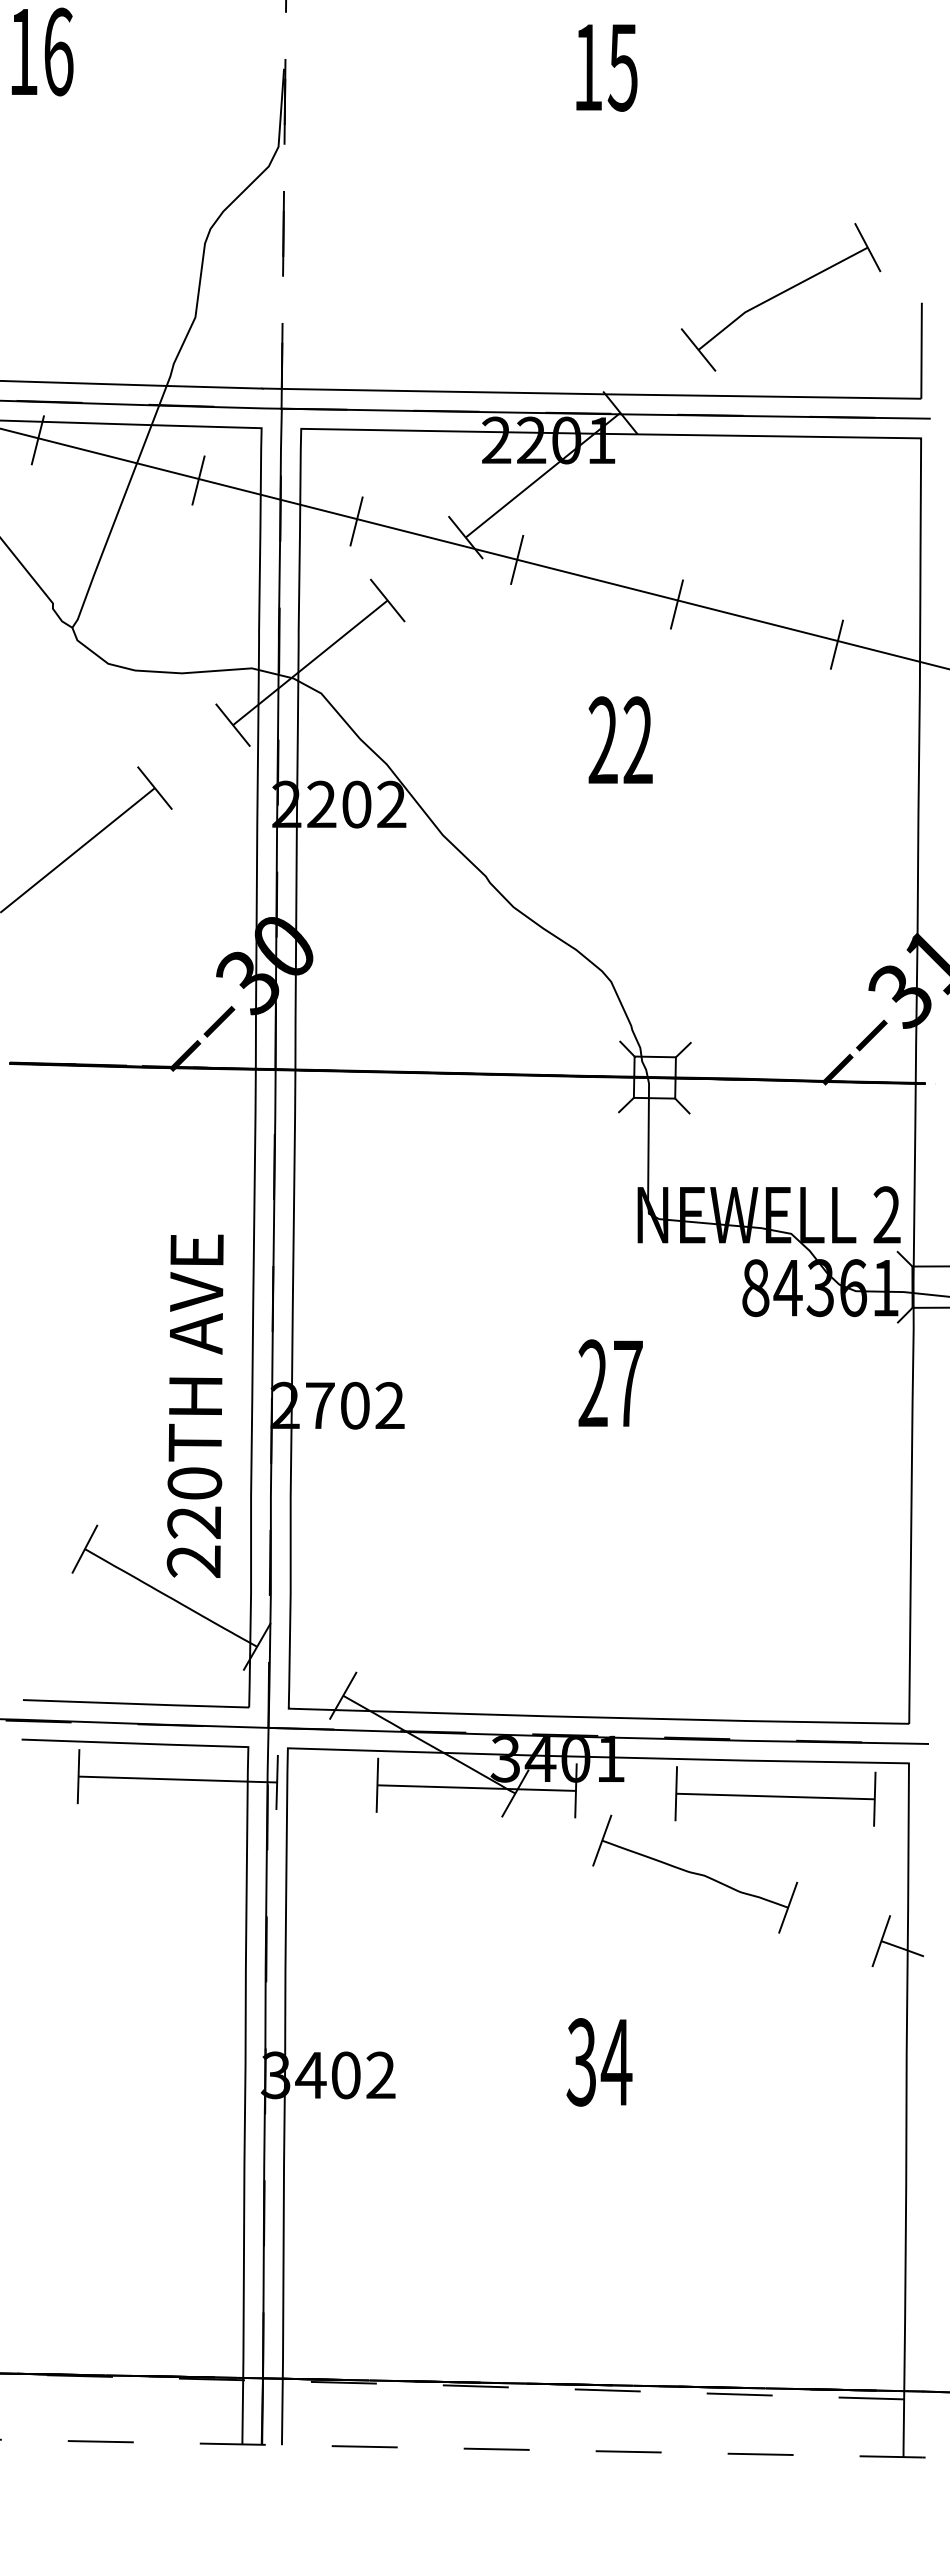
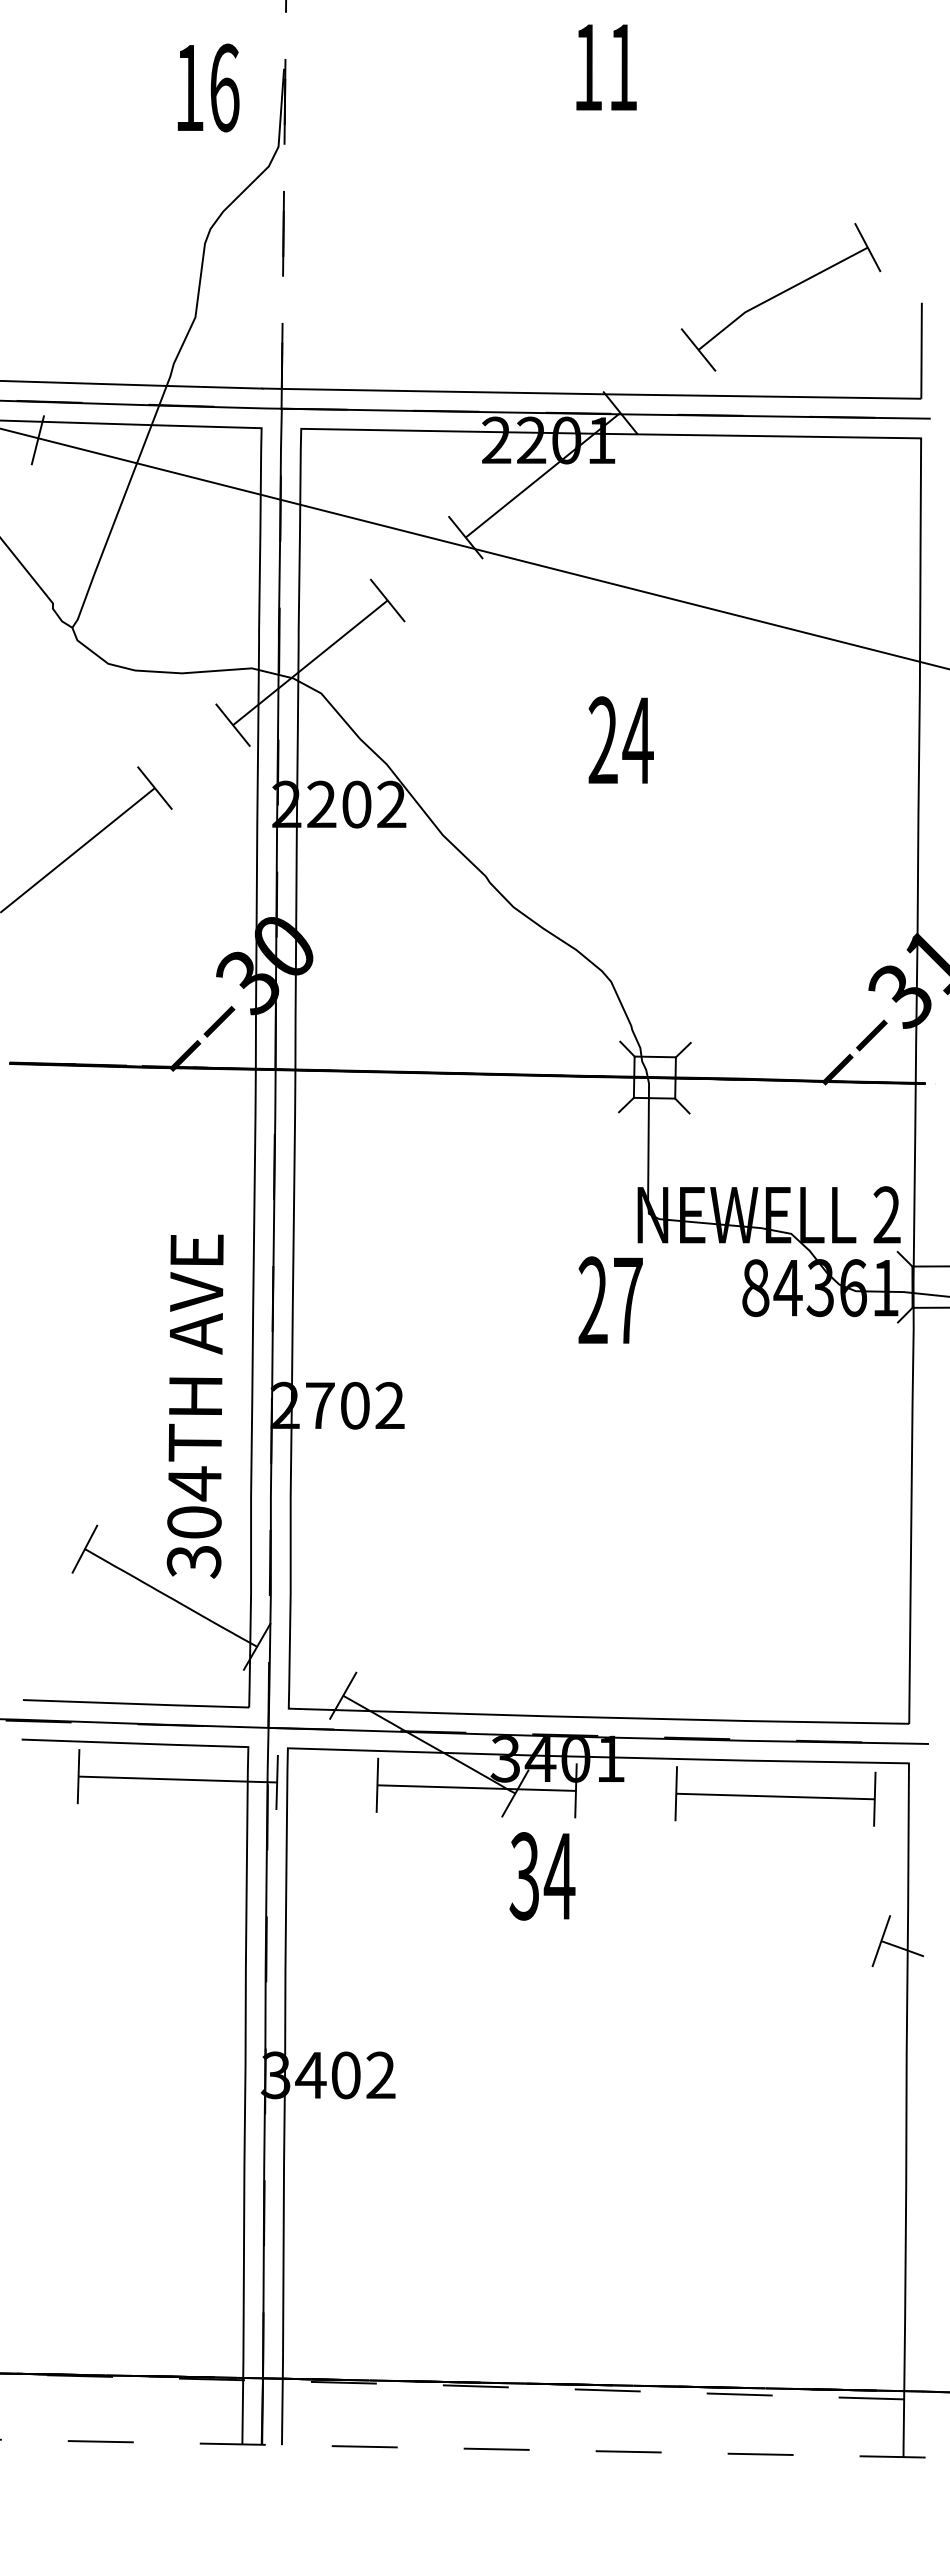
text at (42, 51) position: (42, 51) -> (208, 87)
text at (622, 67): 15 -> 11
line at (198, 480): present -> none
line at (356, 521): present -> none
line at (517, 559): present -> none
line at (676, 604): present -> none
line at (836, 644): present -> none
text at (637, 739): 22 -> 24
text at (610, 1382) position: (610, 1382) -> (610, 1299)
text at (194, 1522): 220TH -> 304TH
part at (695, 1873): present -> none
text at (599, 2062) position: (599, 2062) -> (542, 1876)
